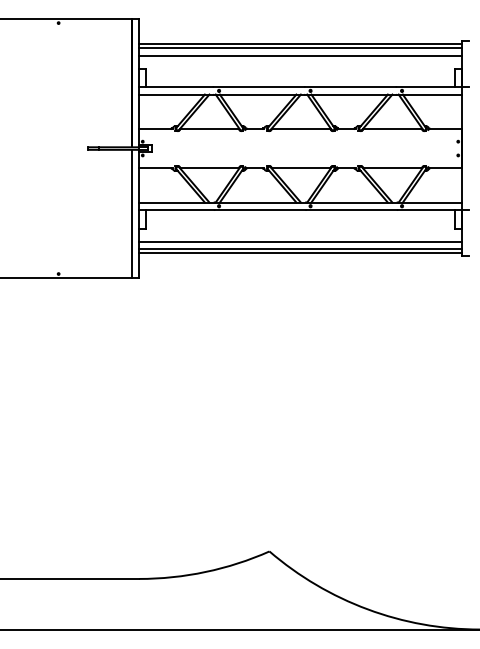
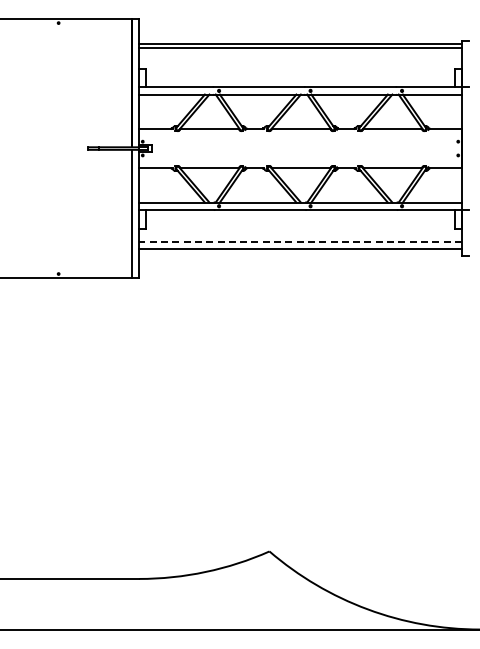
line at (300, 55): present -> none
line at (300, 241): solid -> dashed
line at (300, 252): present -> none
